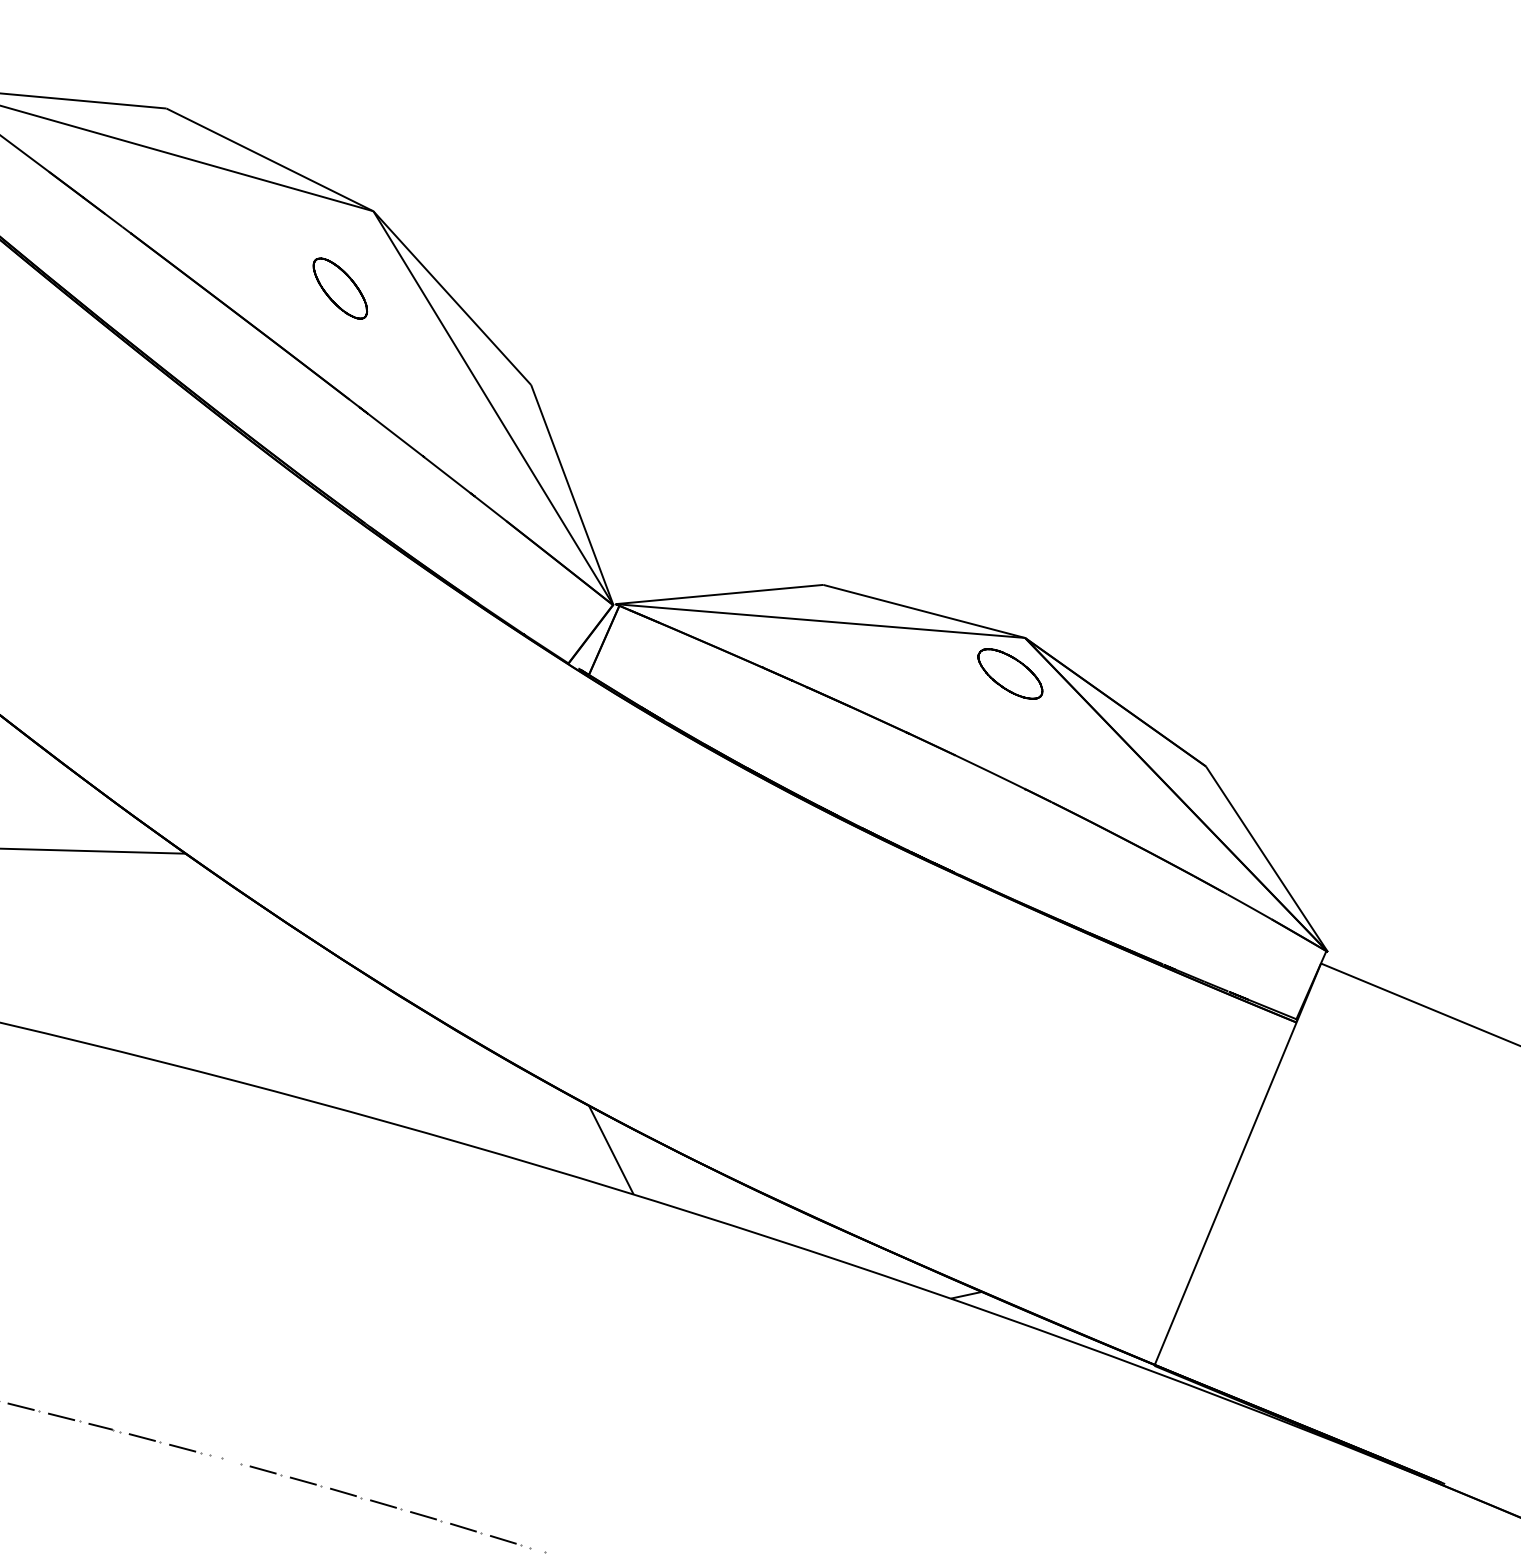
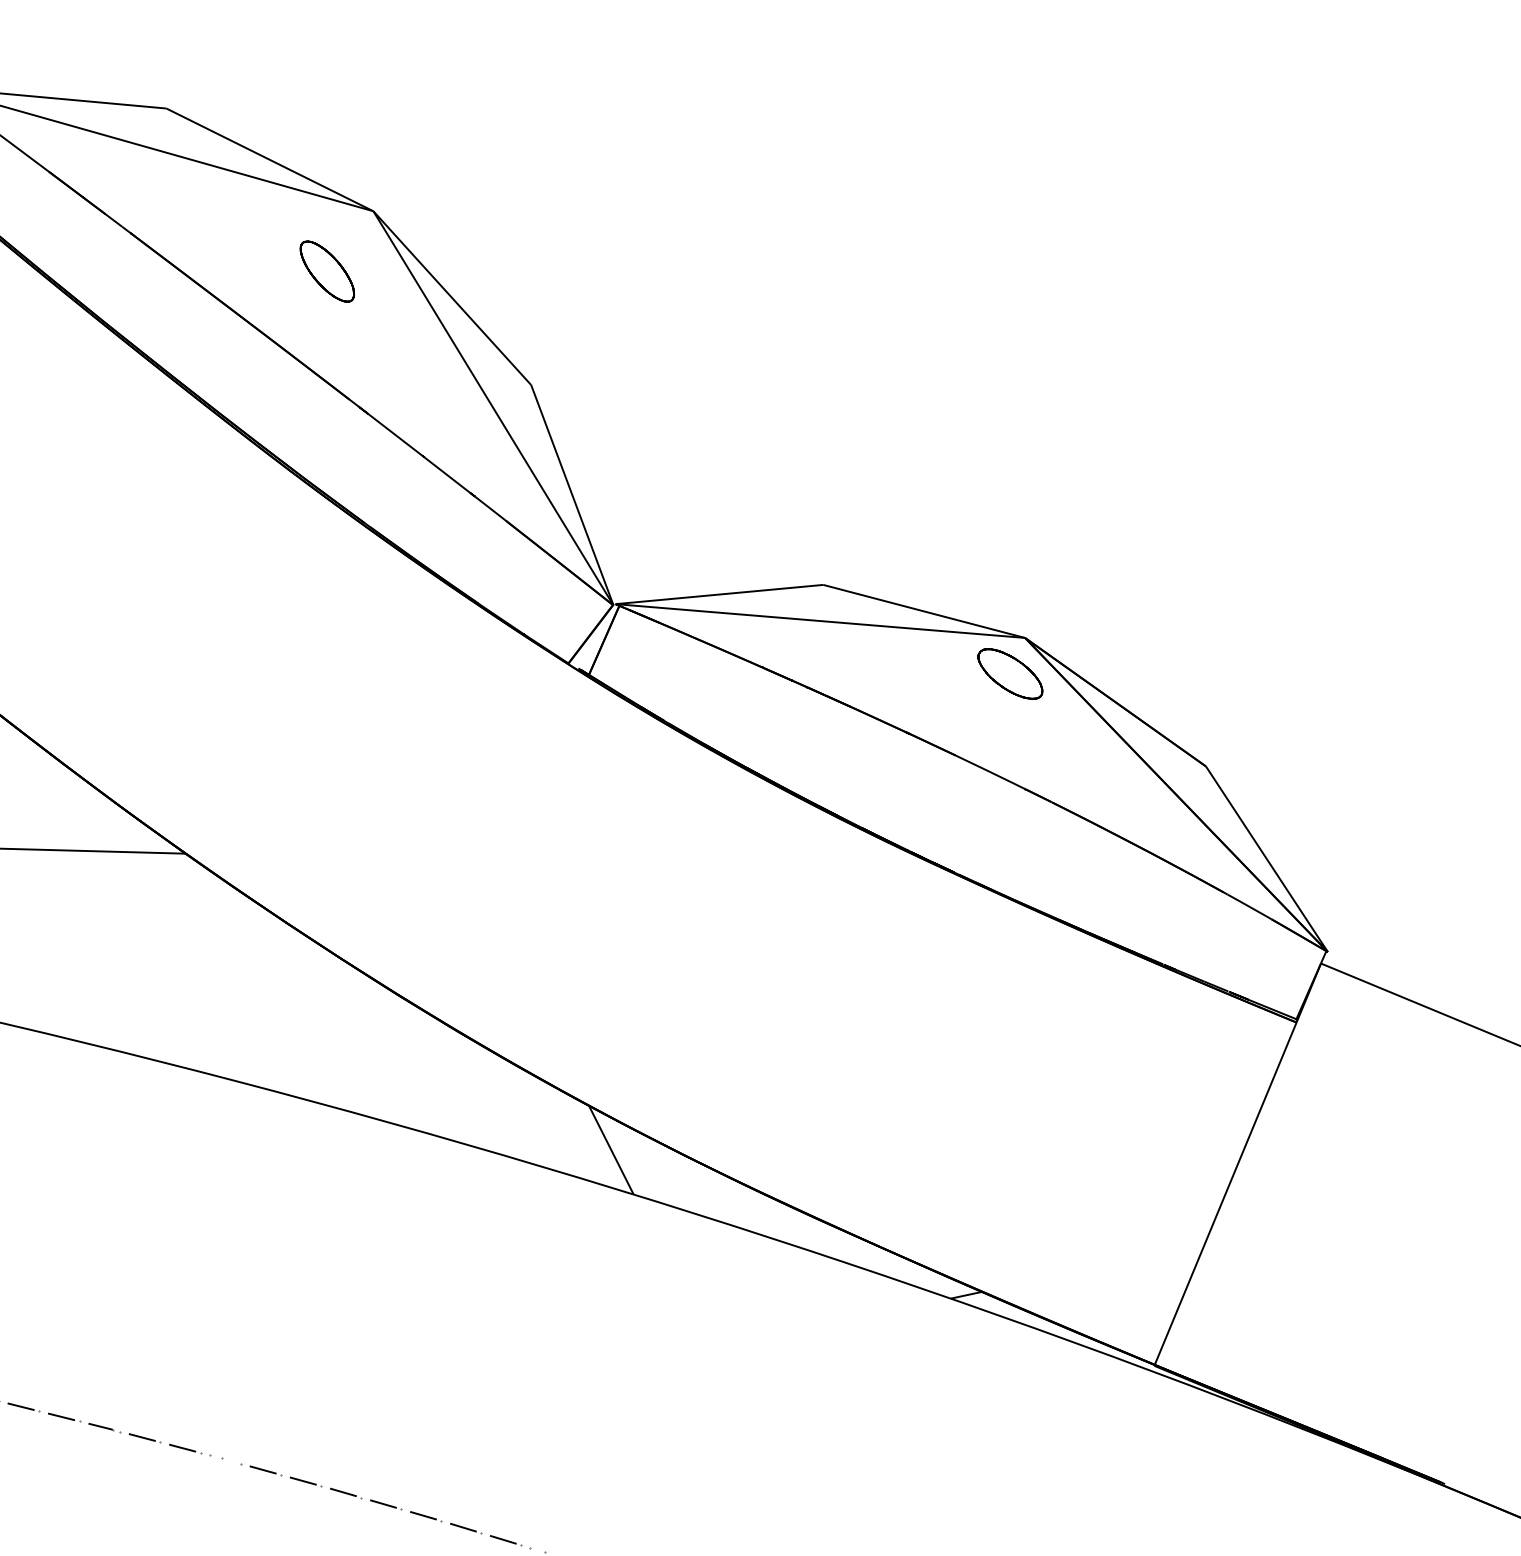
part at (339, 288) position: (339, 288) -> (326, 271)
